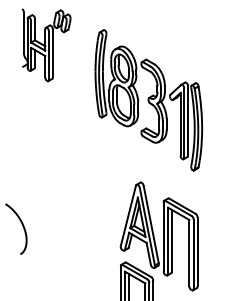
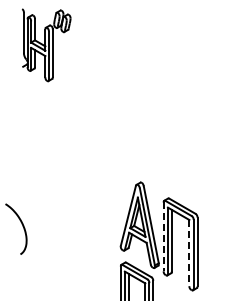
part at (148, 100): present -> none
line at (163, 237): solid -> dashed
line at (189, 253): solid -> dashed
